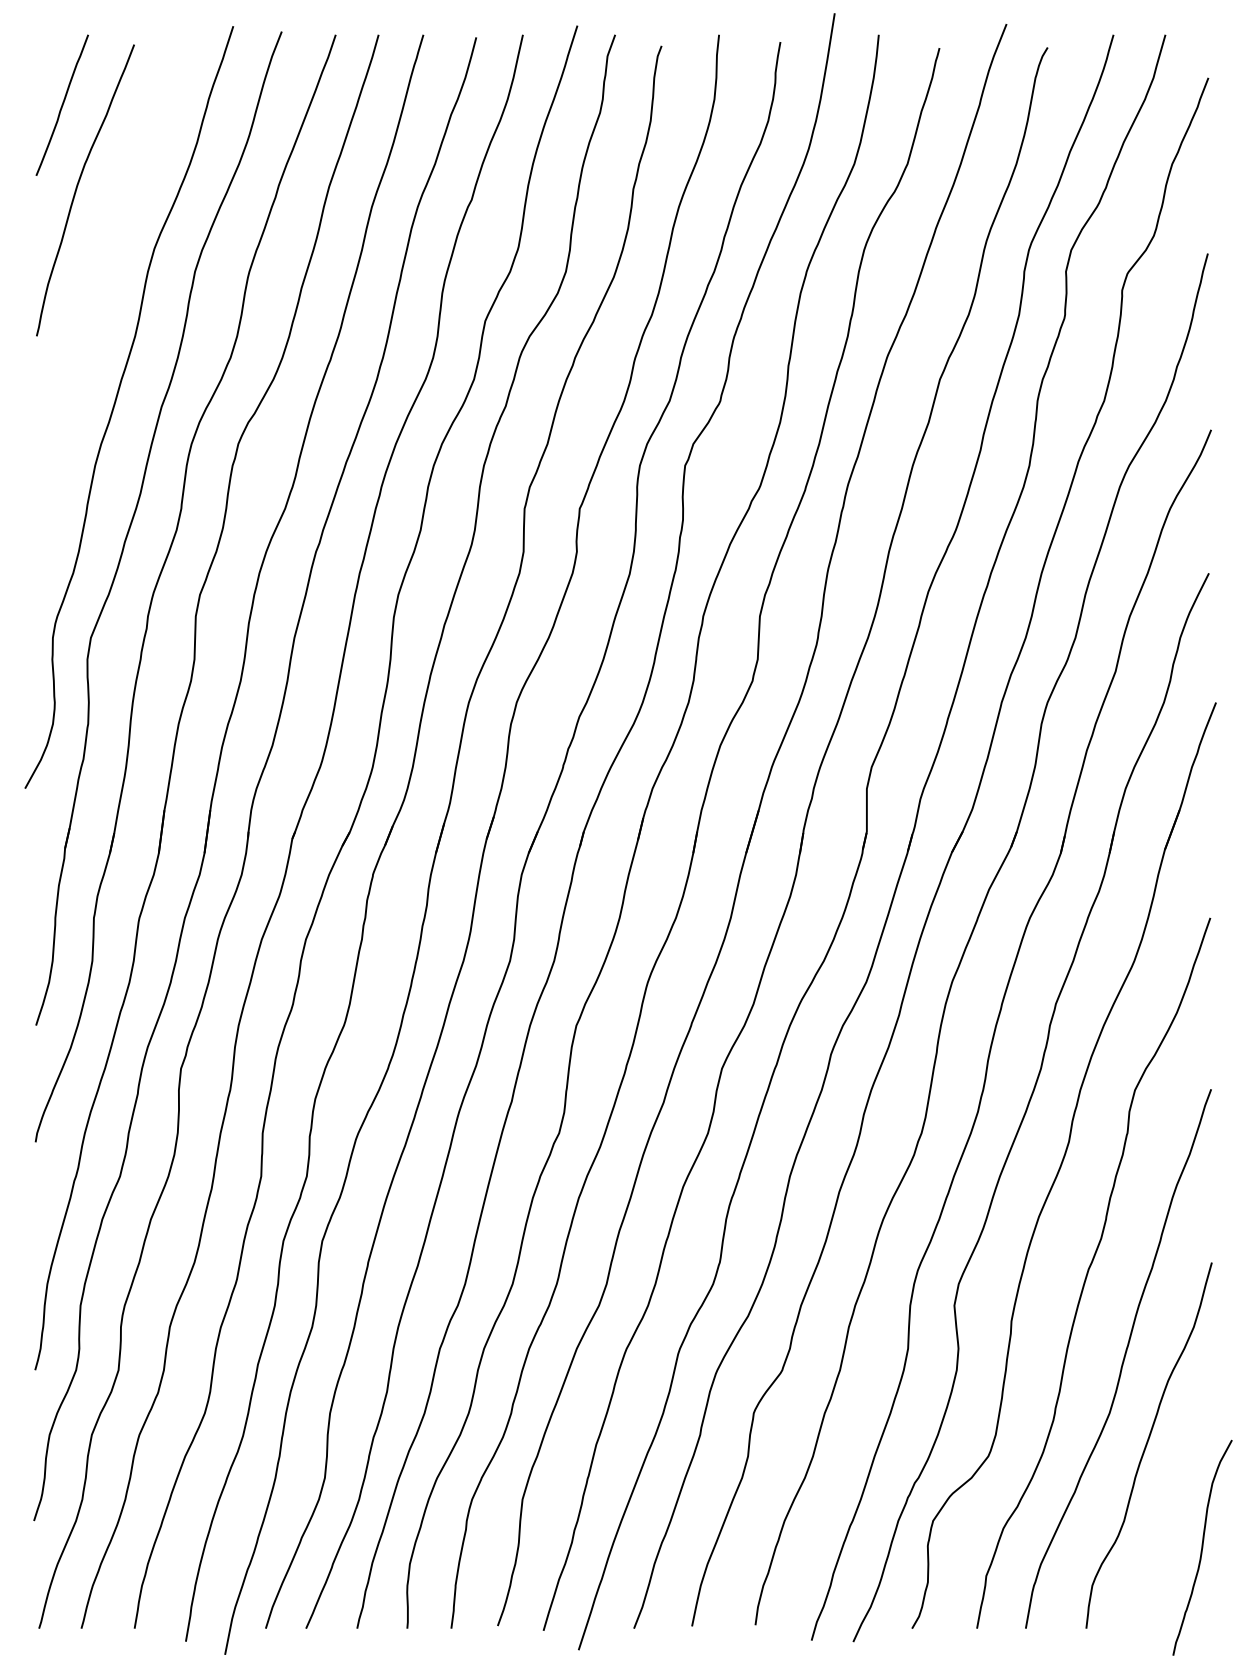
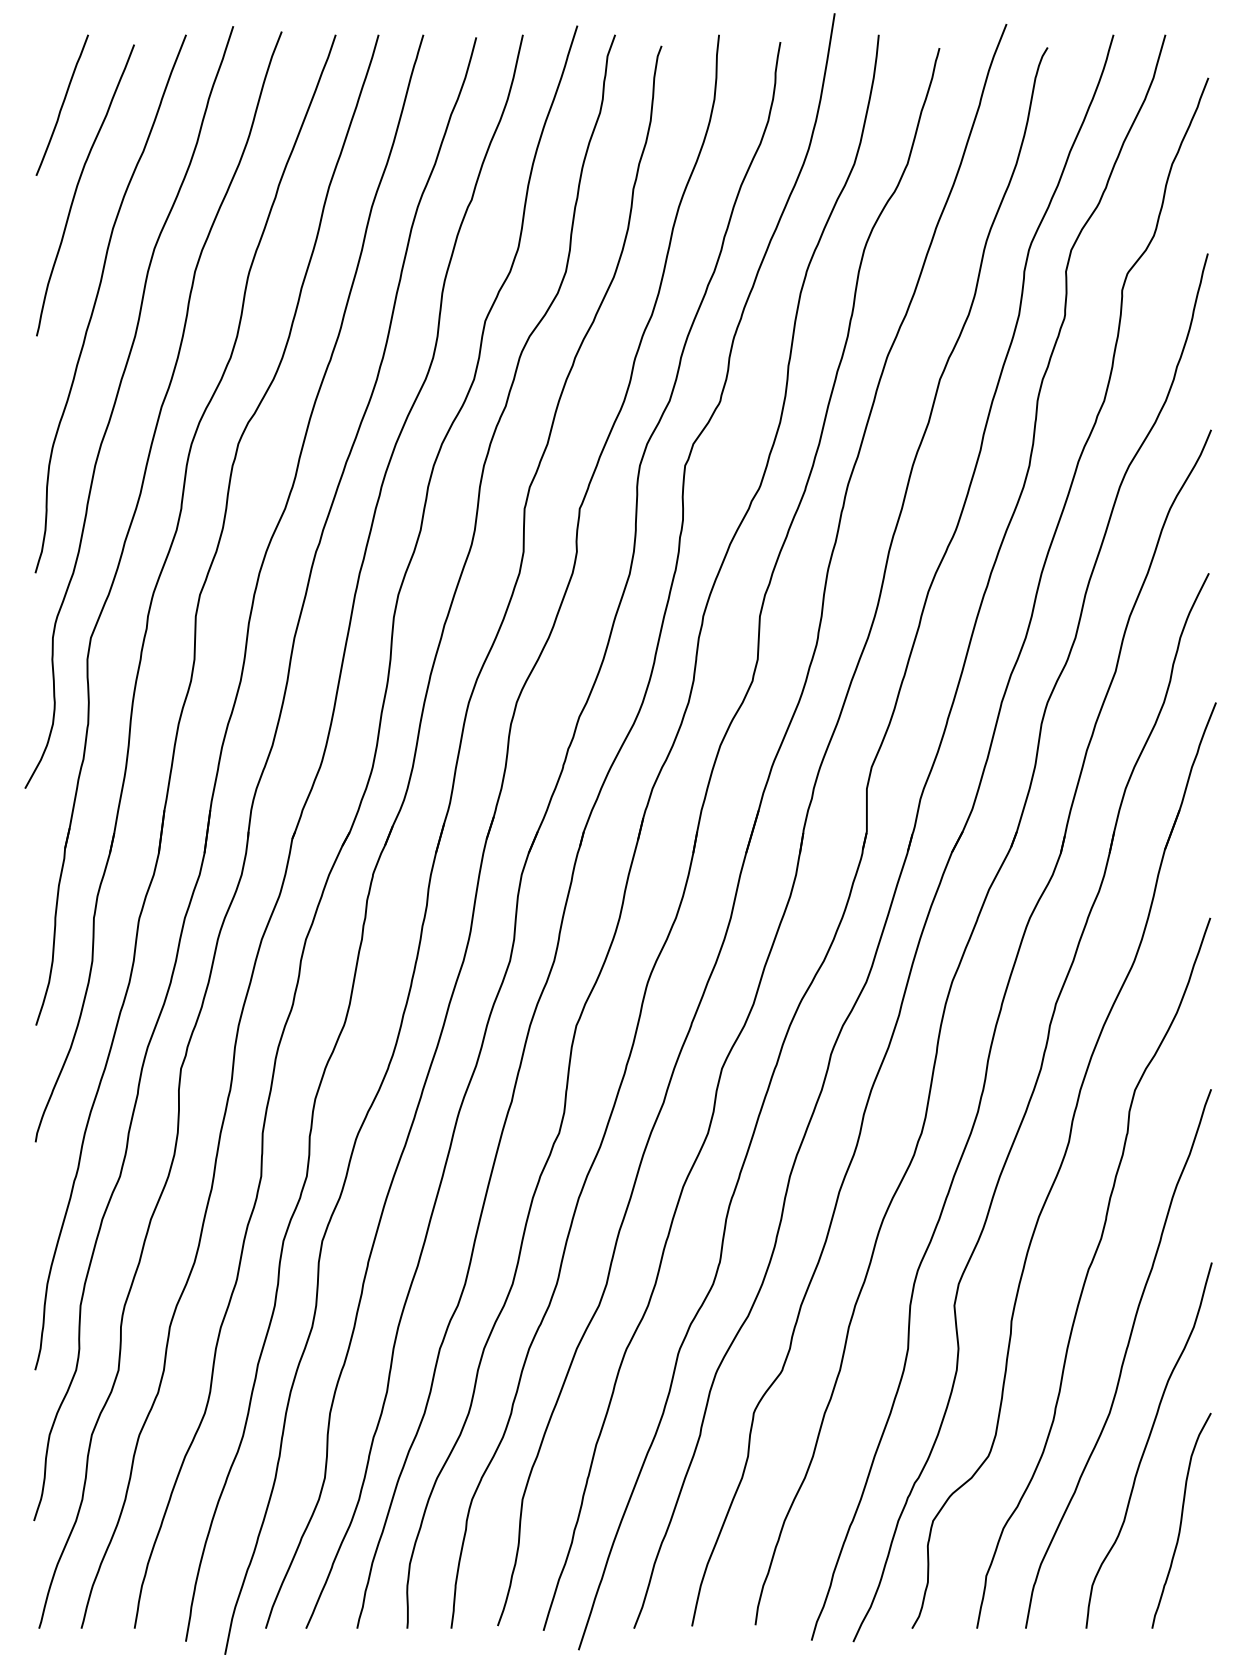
curve at (97, 298): none -> present
curve at (1202, 1547) position: (1202, 1547) -> (1181, 1520)
